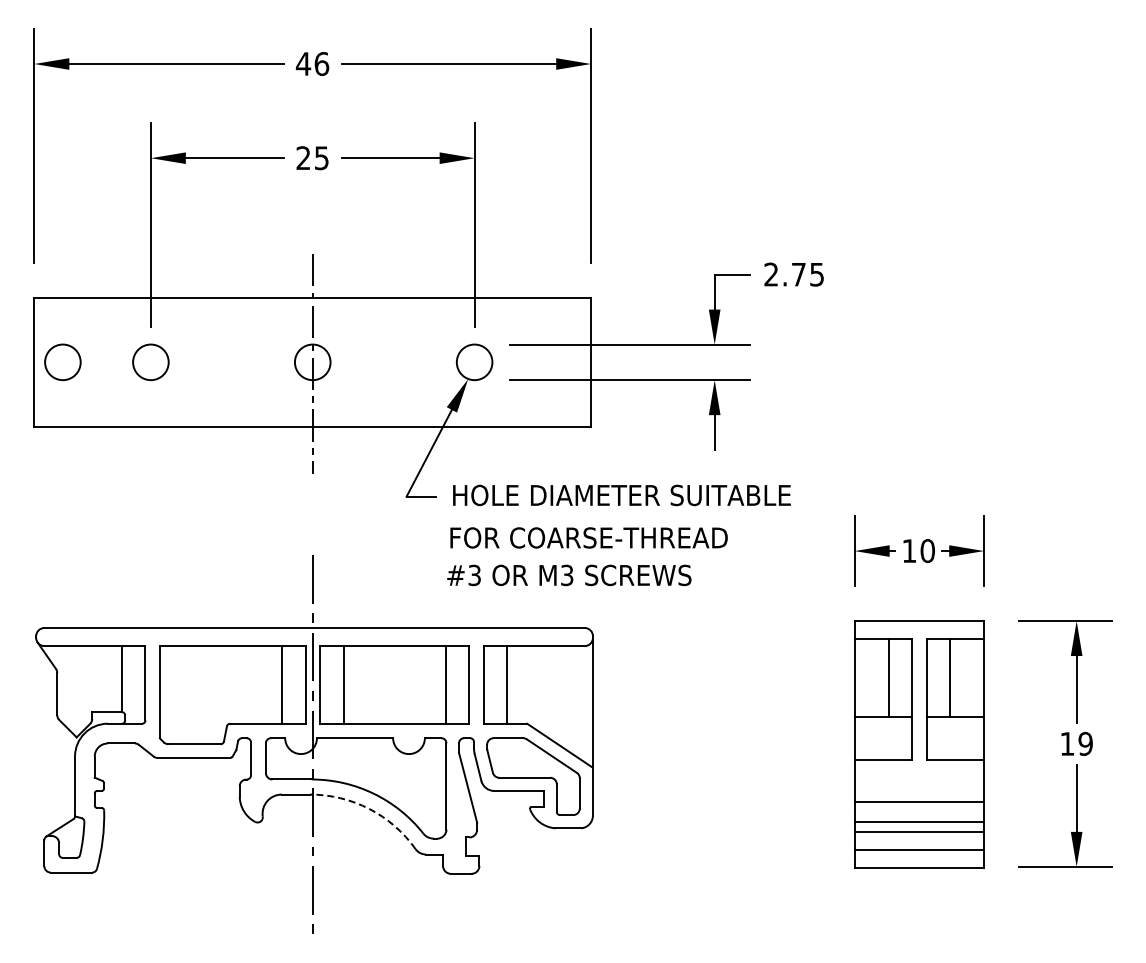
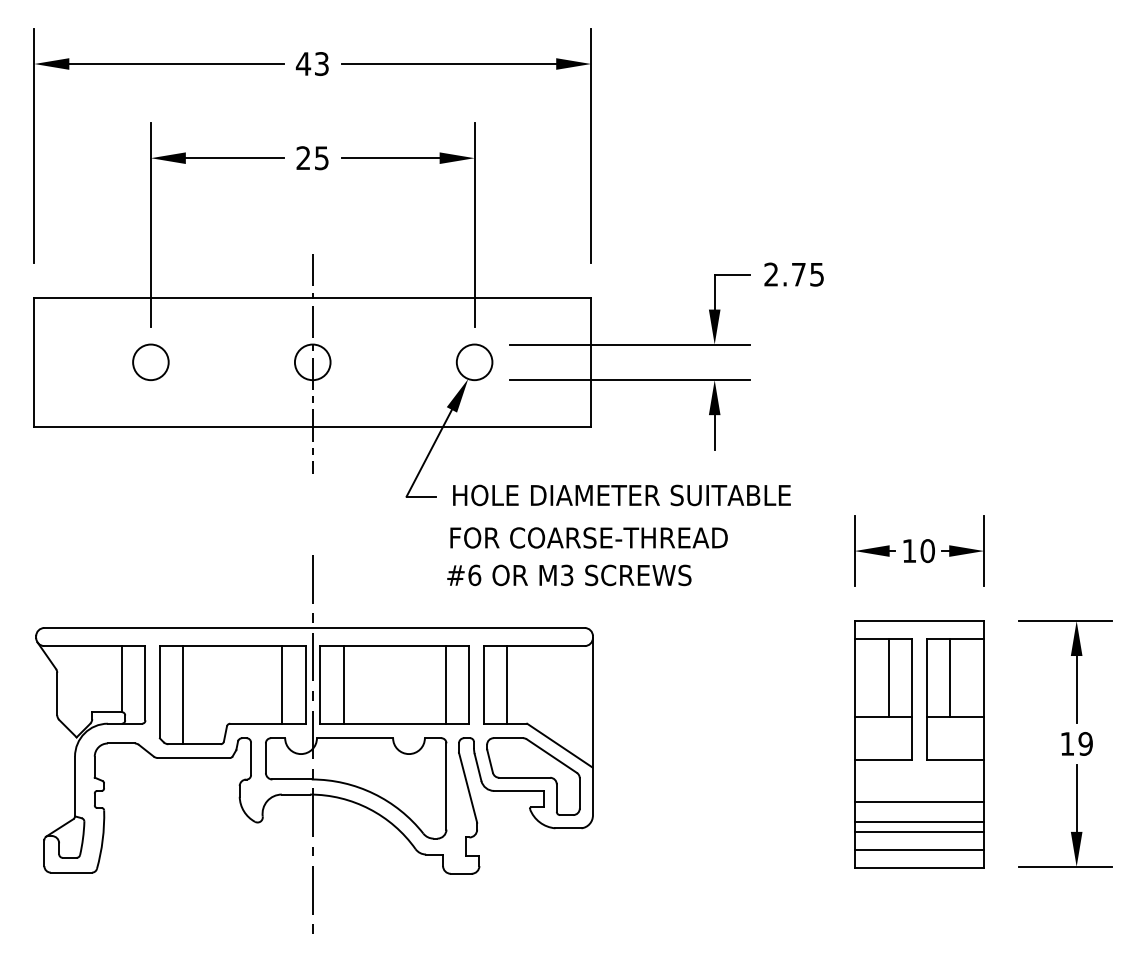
text at (321, 64): 46 -> 43
circle at (62, 361): present -> none
text at (474, 575): #3 -> #6
line at (183, 695): none -> present
arc at (369, 809): dashed -> solid
